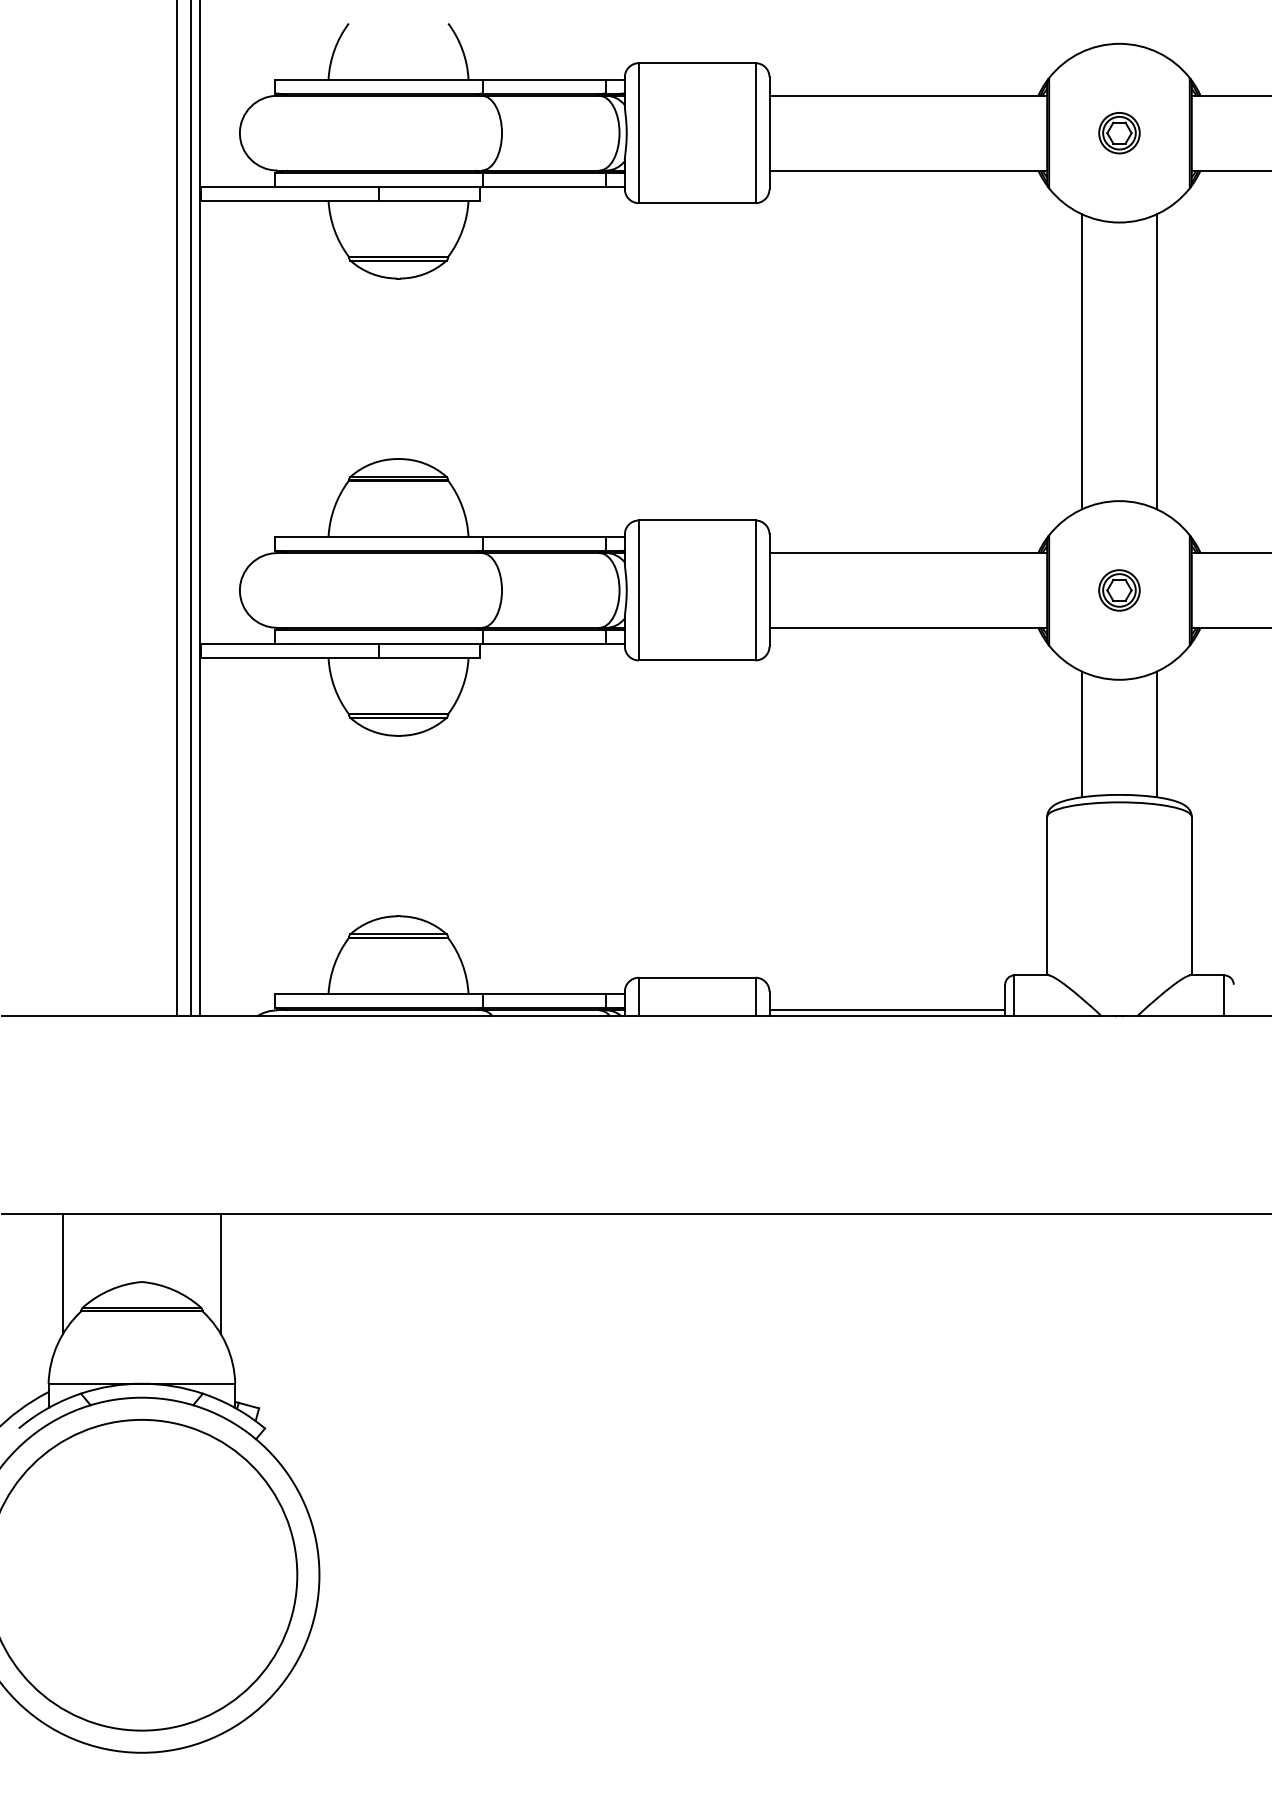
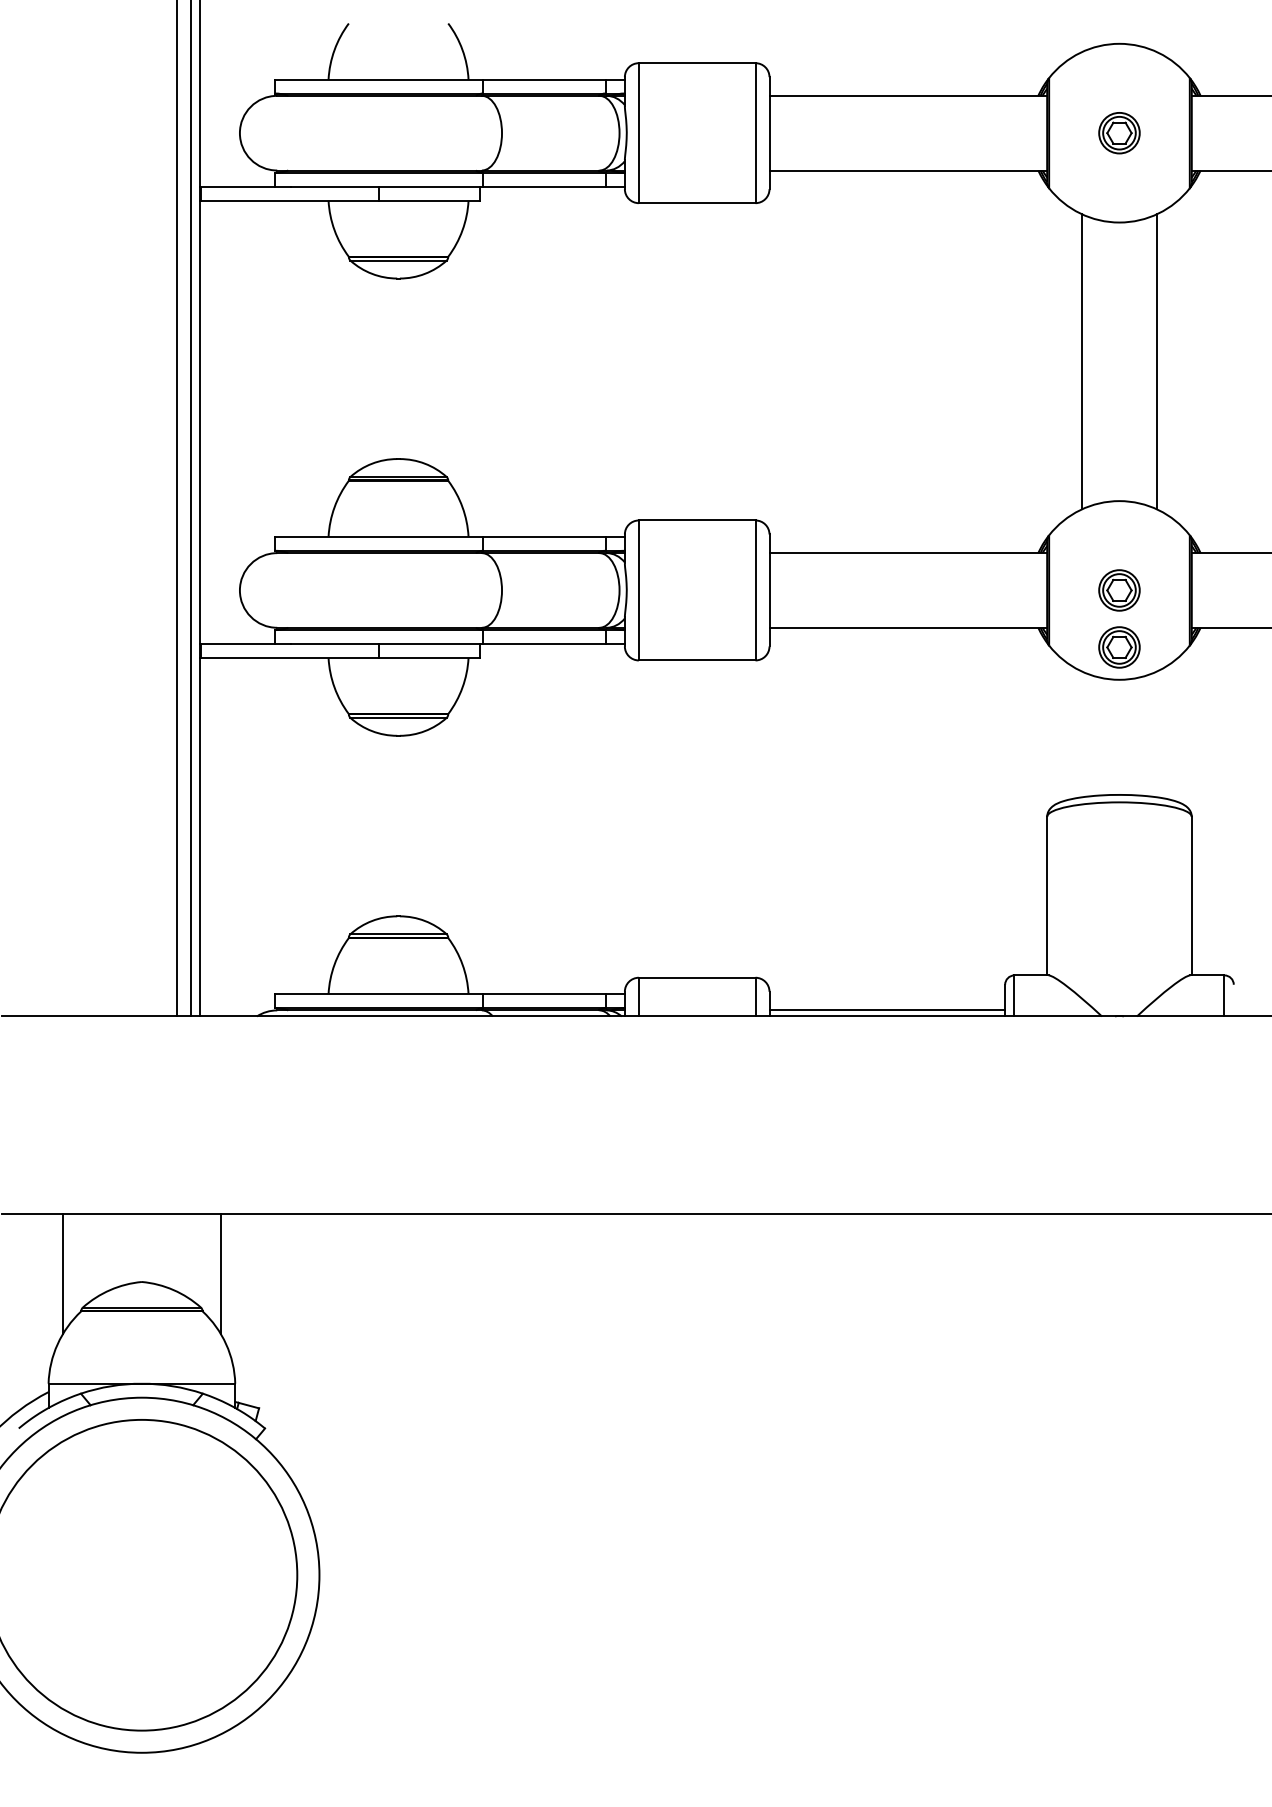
part at (1119, 647): none -> present
line at (1082, 734): present -> none
line at (1156, 734): present -> none
